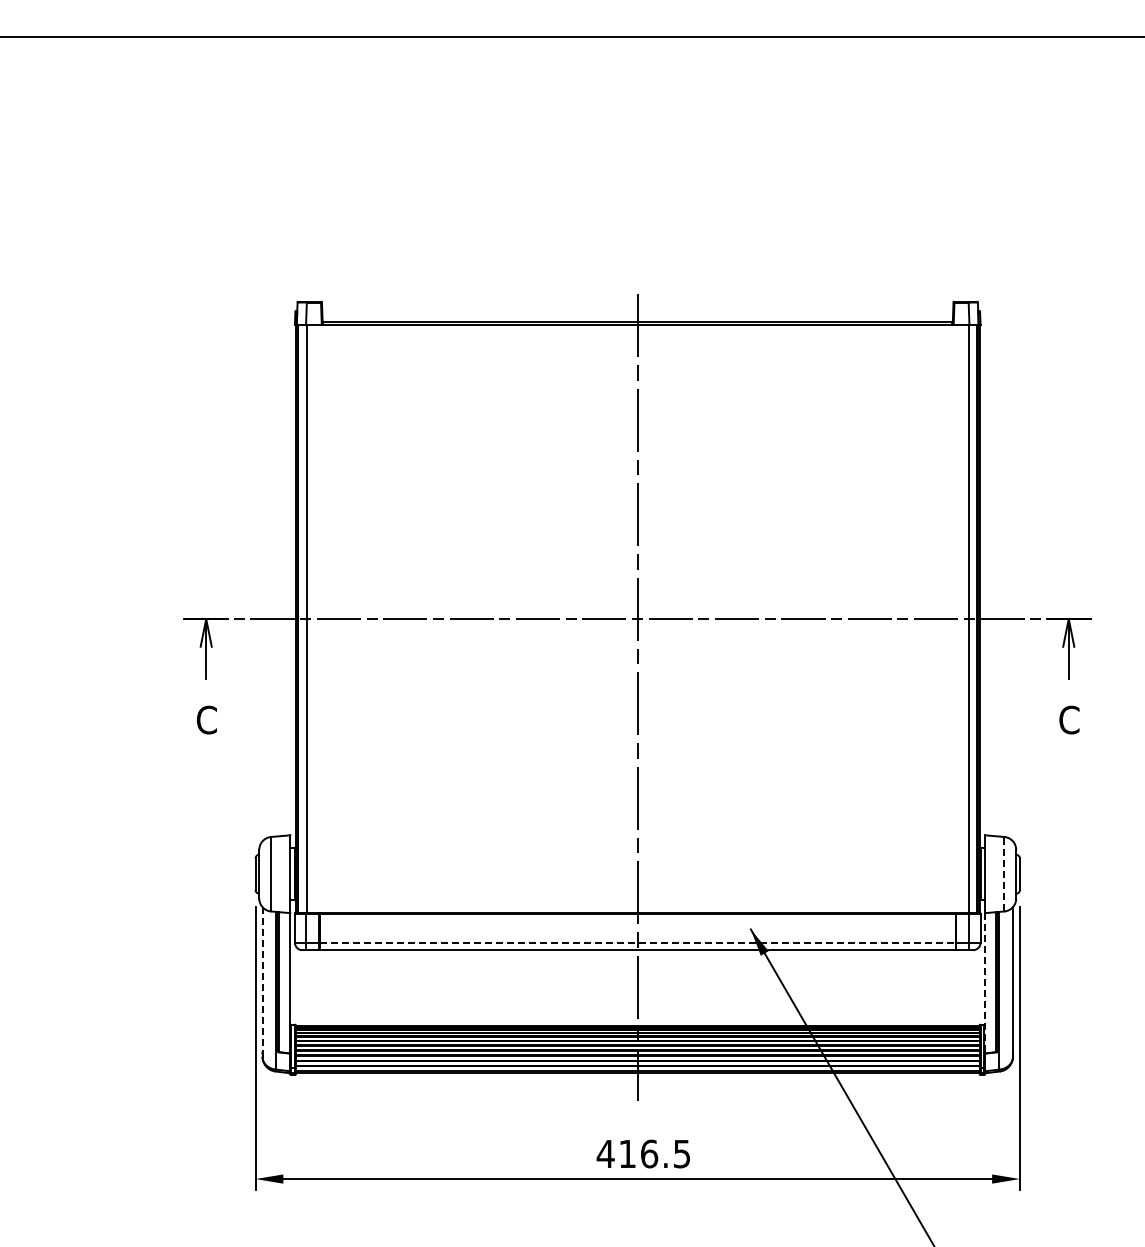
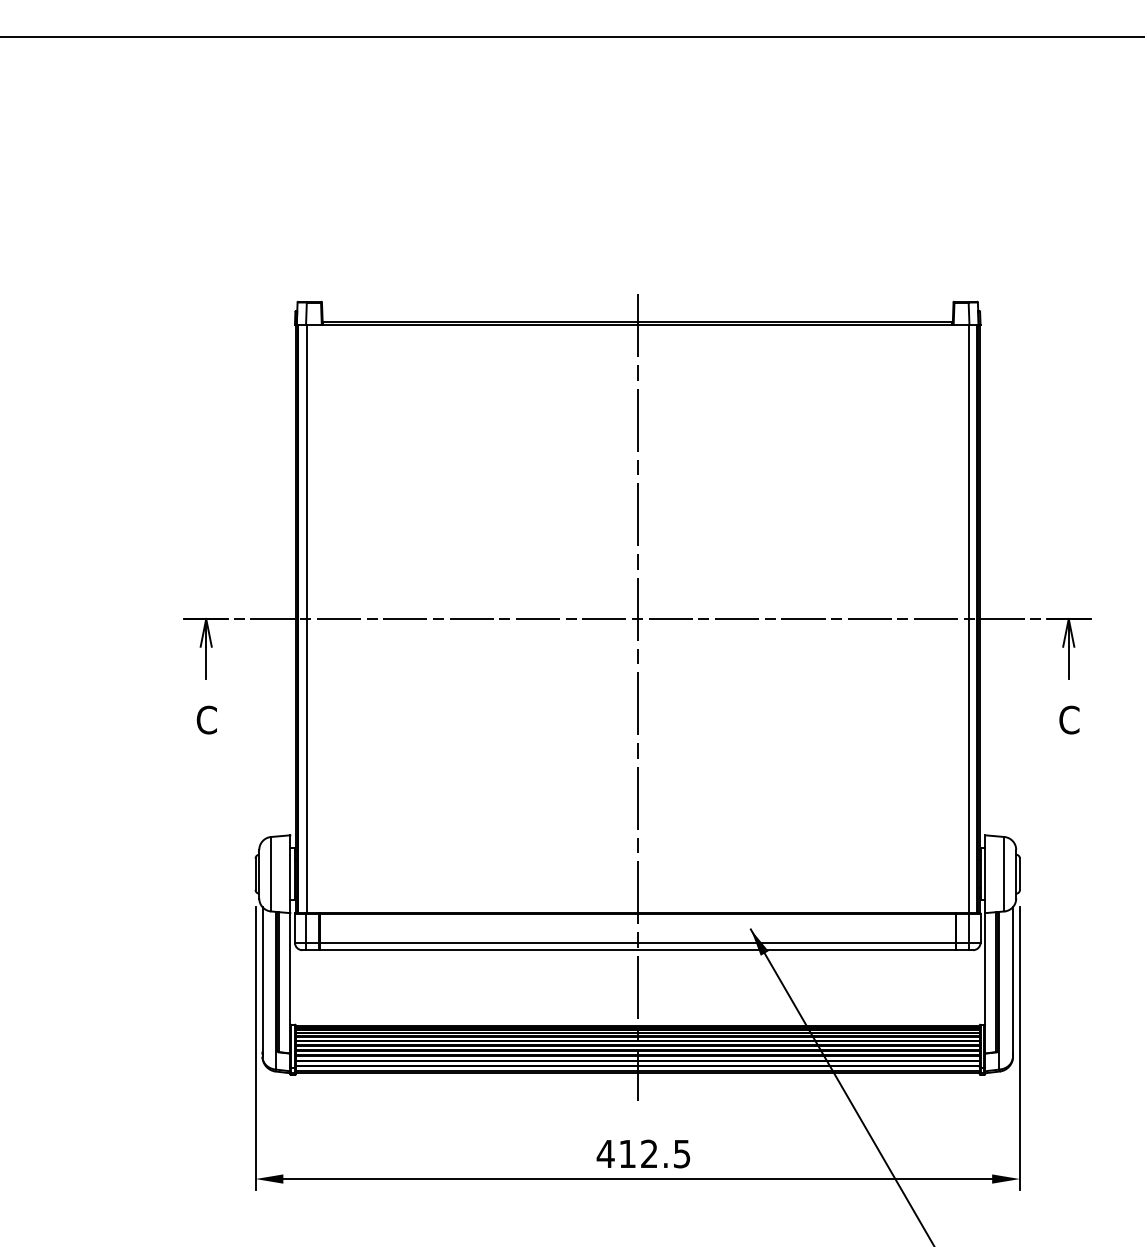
line at (1004, 873): dashed -> solid
line at (637, 942): dashed -> solid
line at (262, 979): dashed -> solid
line at (985, 983): dashed -> solid
text at (649, 1153): 416.5 -> 412.5
